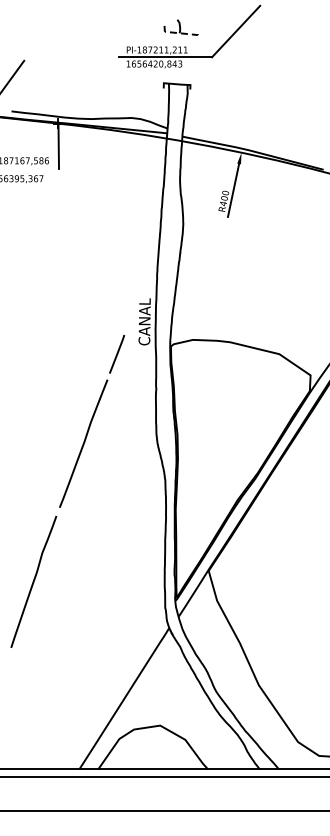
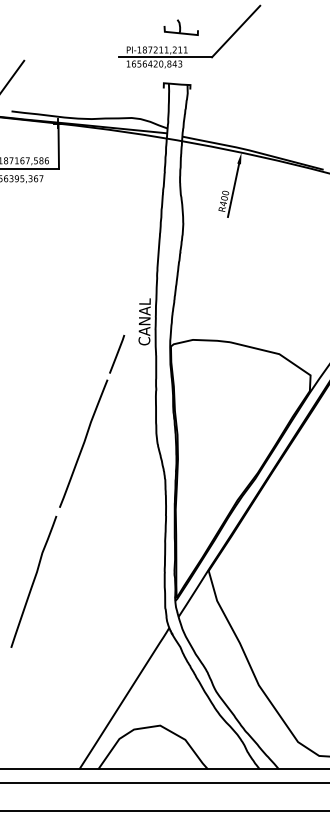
line at (181, 33): dashed -> solid
line at (30, 168): none -> present
line at (164, 777) position: (164, 777) -> (164, 783)
